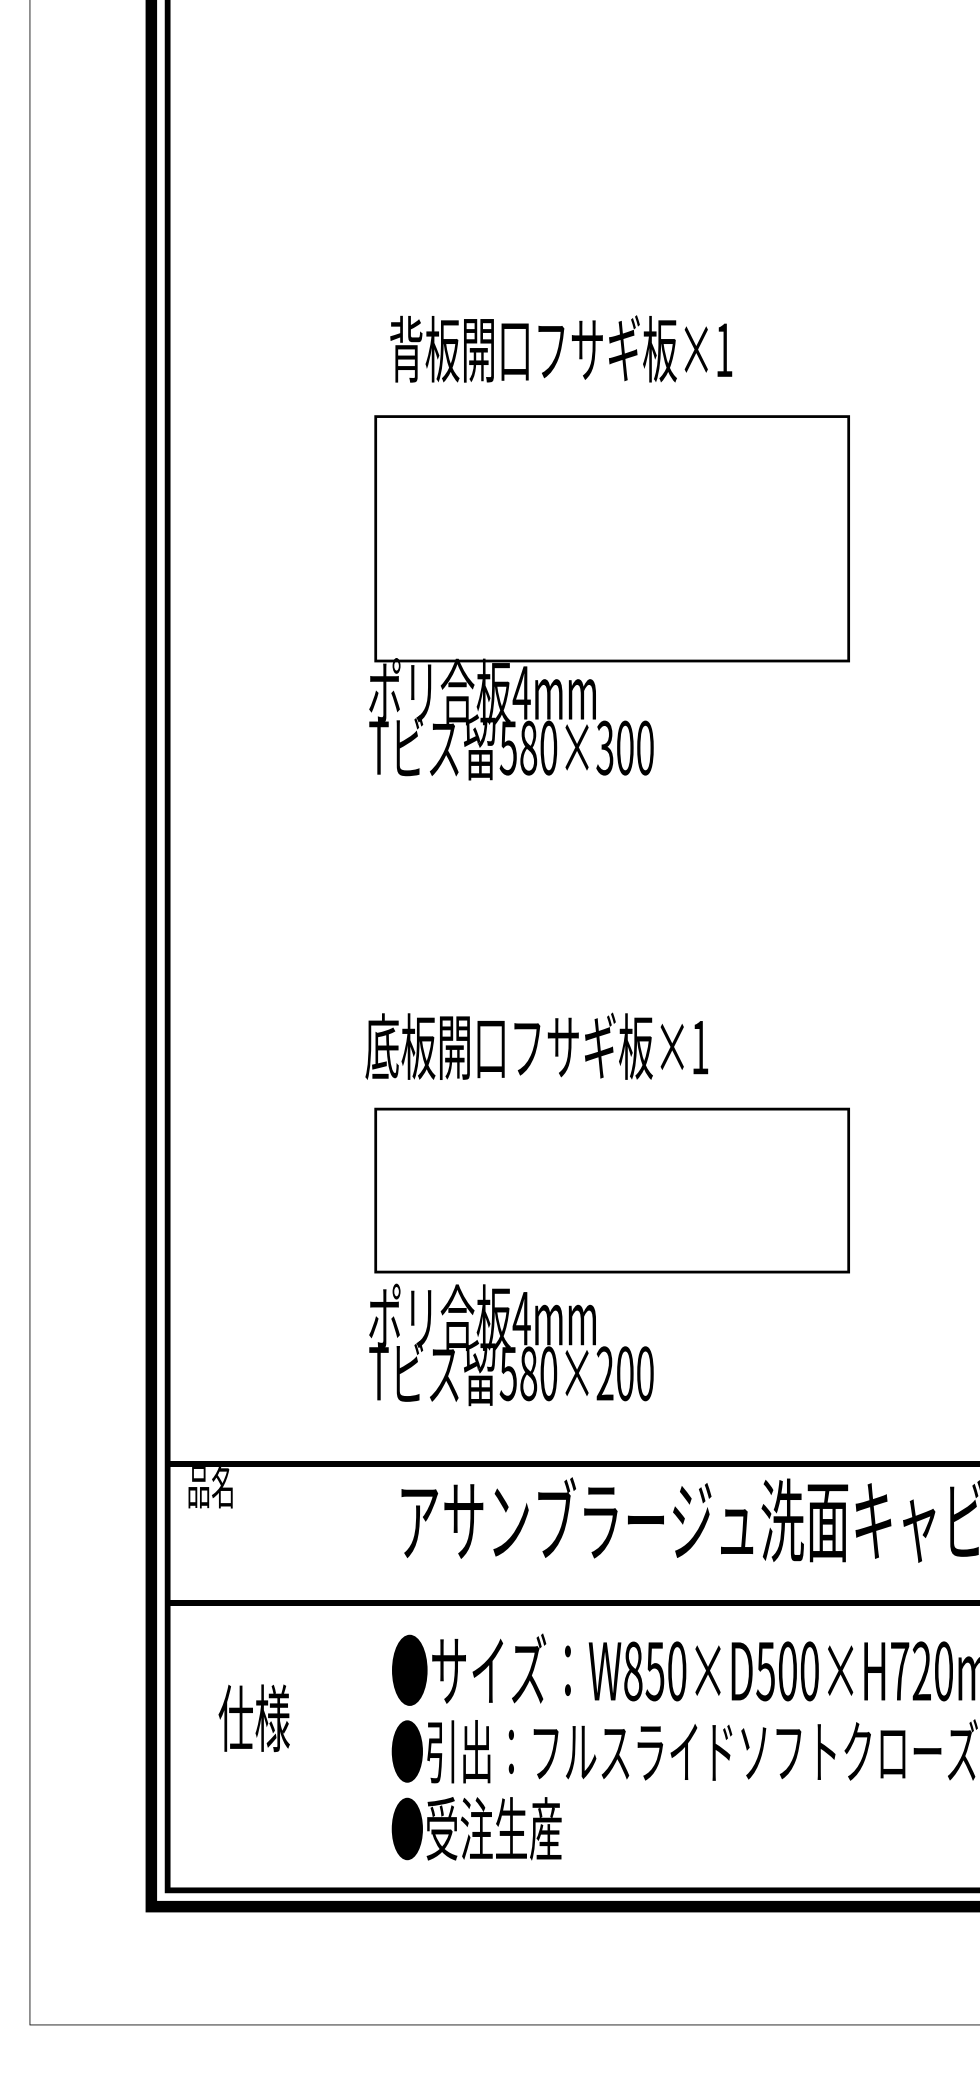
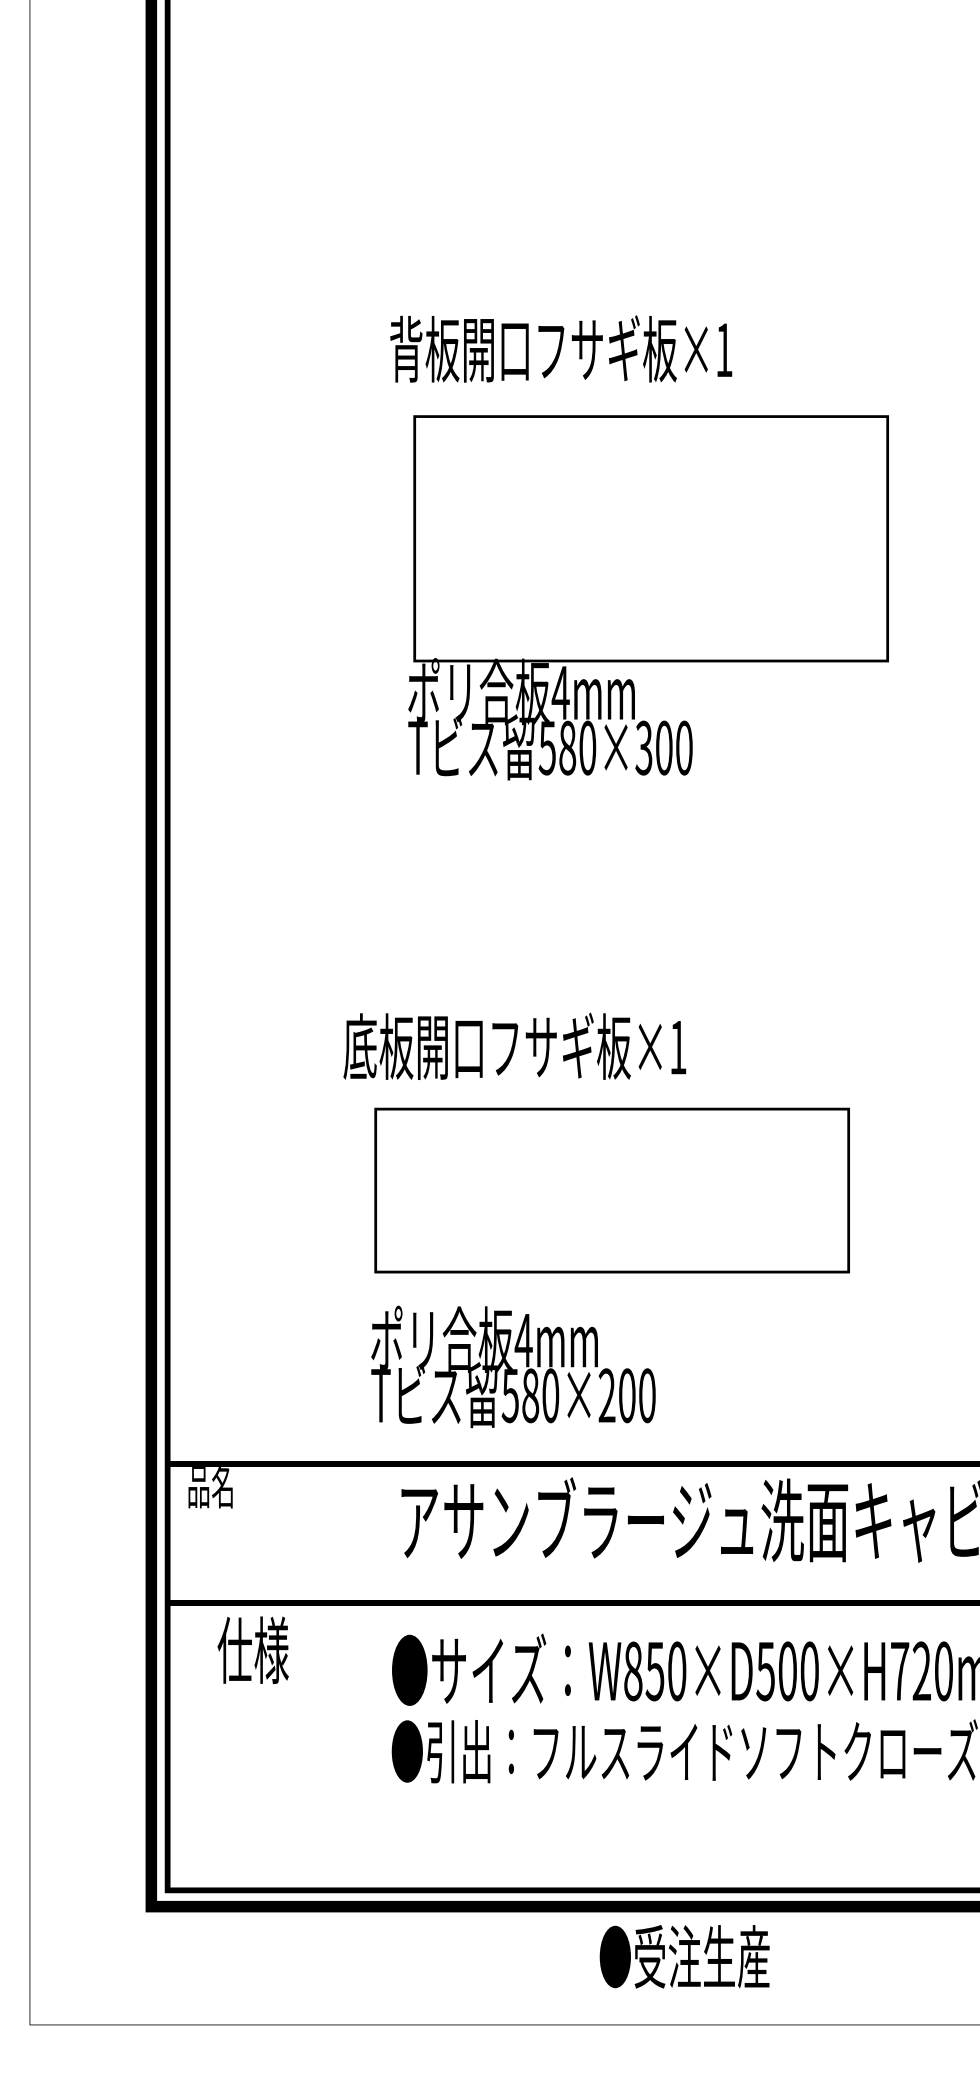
text at (609, 597) position: (609, 597) -> (648, 597)
text at (536, 1045) position: (536, 1045) -> (514, 1045)
text at (511, 1344) position: (511, 1344) -> (513, 1366)
text at (253, 1718) position: (253, 1718) -> (252, 1650)
text at (476, 1828) position: (476, 1828) -> (684, 1956)
